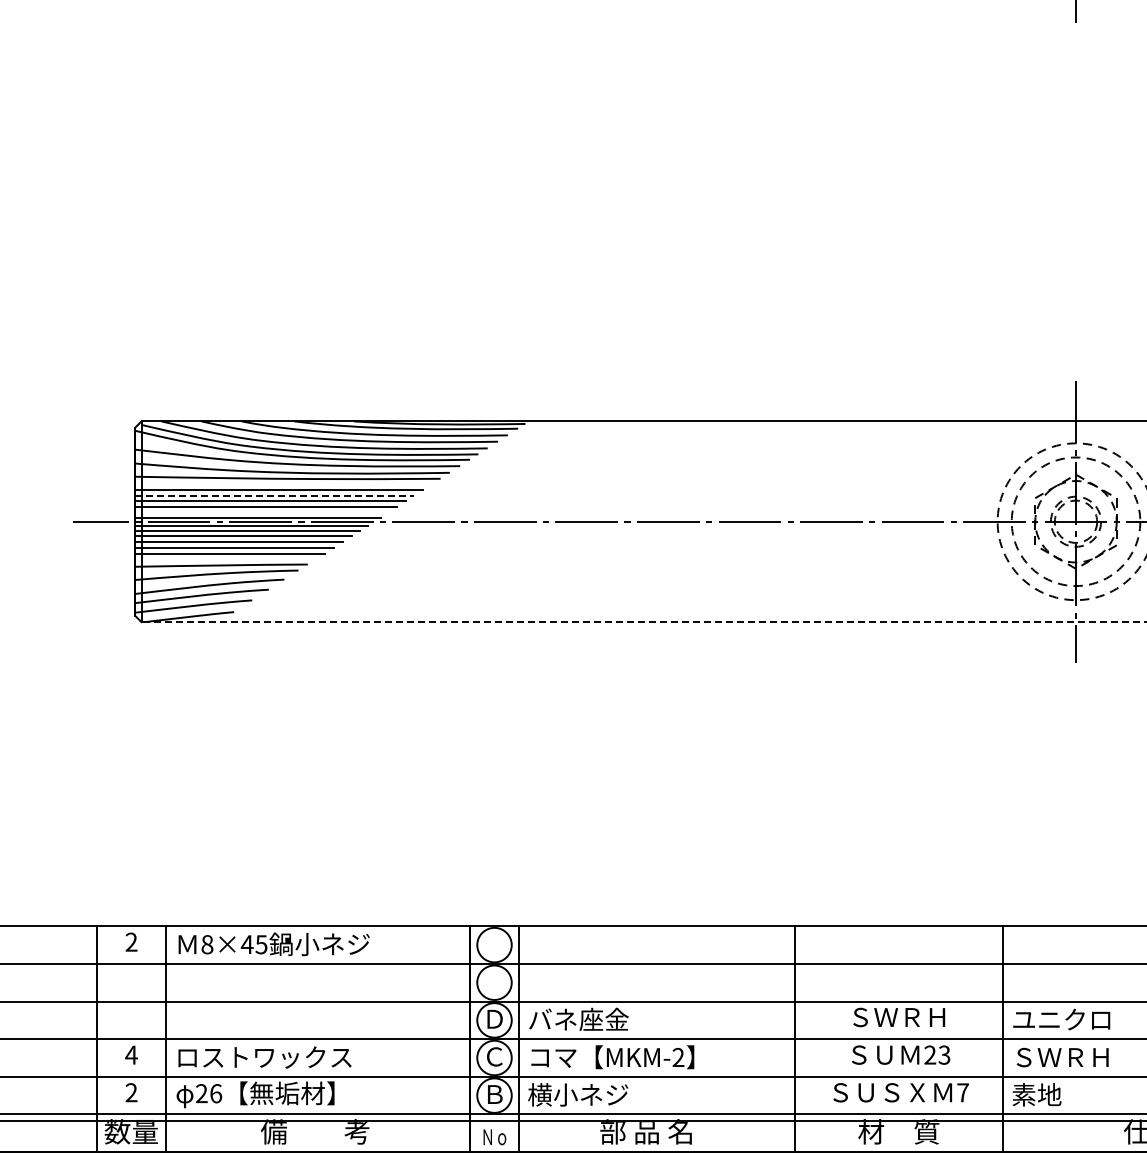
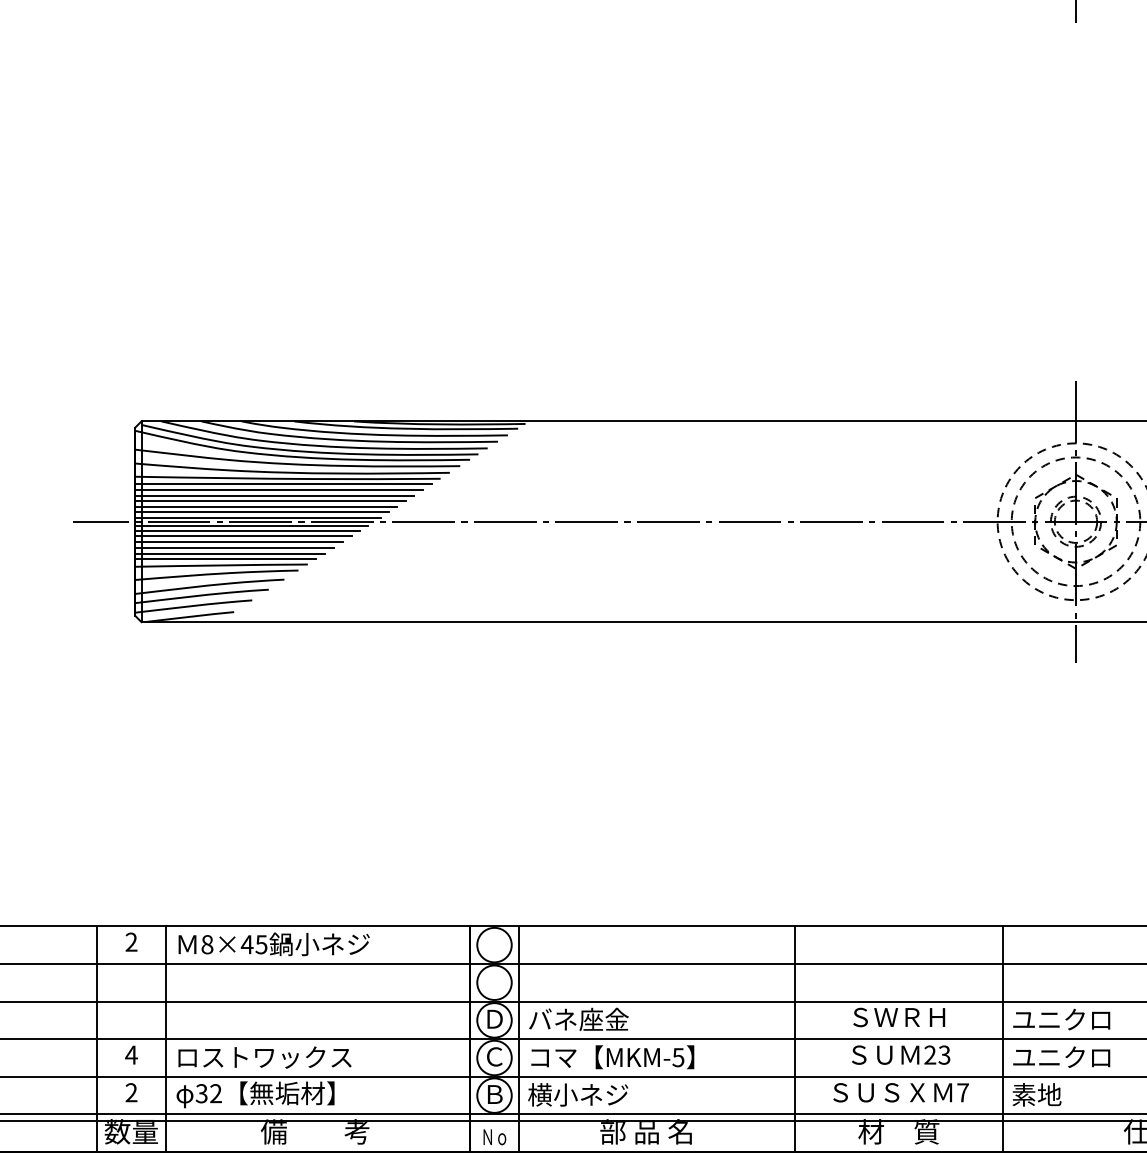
line at (283, 484): none -> present
line at (274, 495): dashed -> solid
line at (261, 512): none -> present
line at (225, 559): none -> present
line at (643, 622): dashed -> solid
text at (1061, 1056): ＳＷＲＨ -> ユニクロ
text at (678, 1057): MKM-2 -> MKM-5
text at (208, 1093): 26 -> 32
